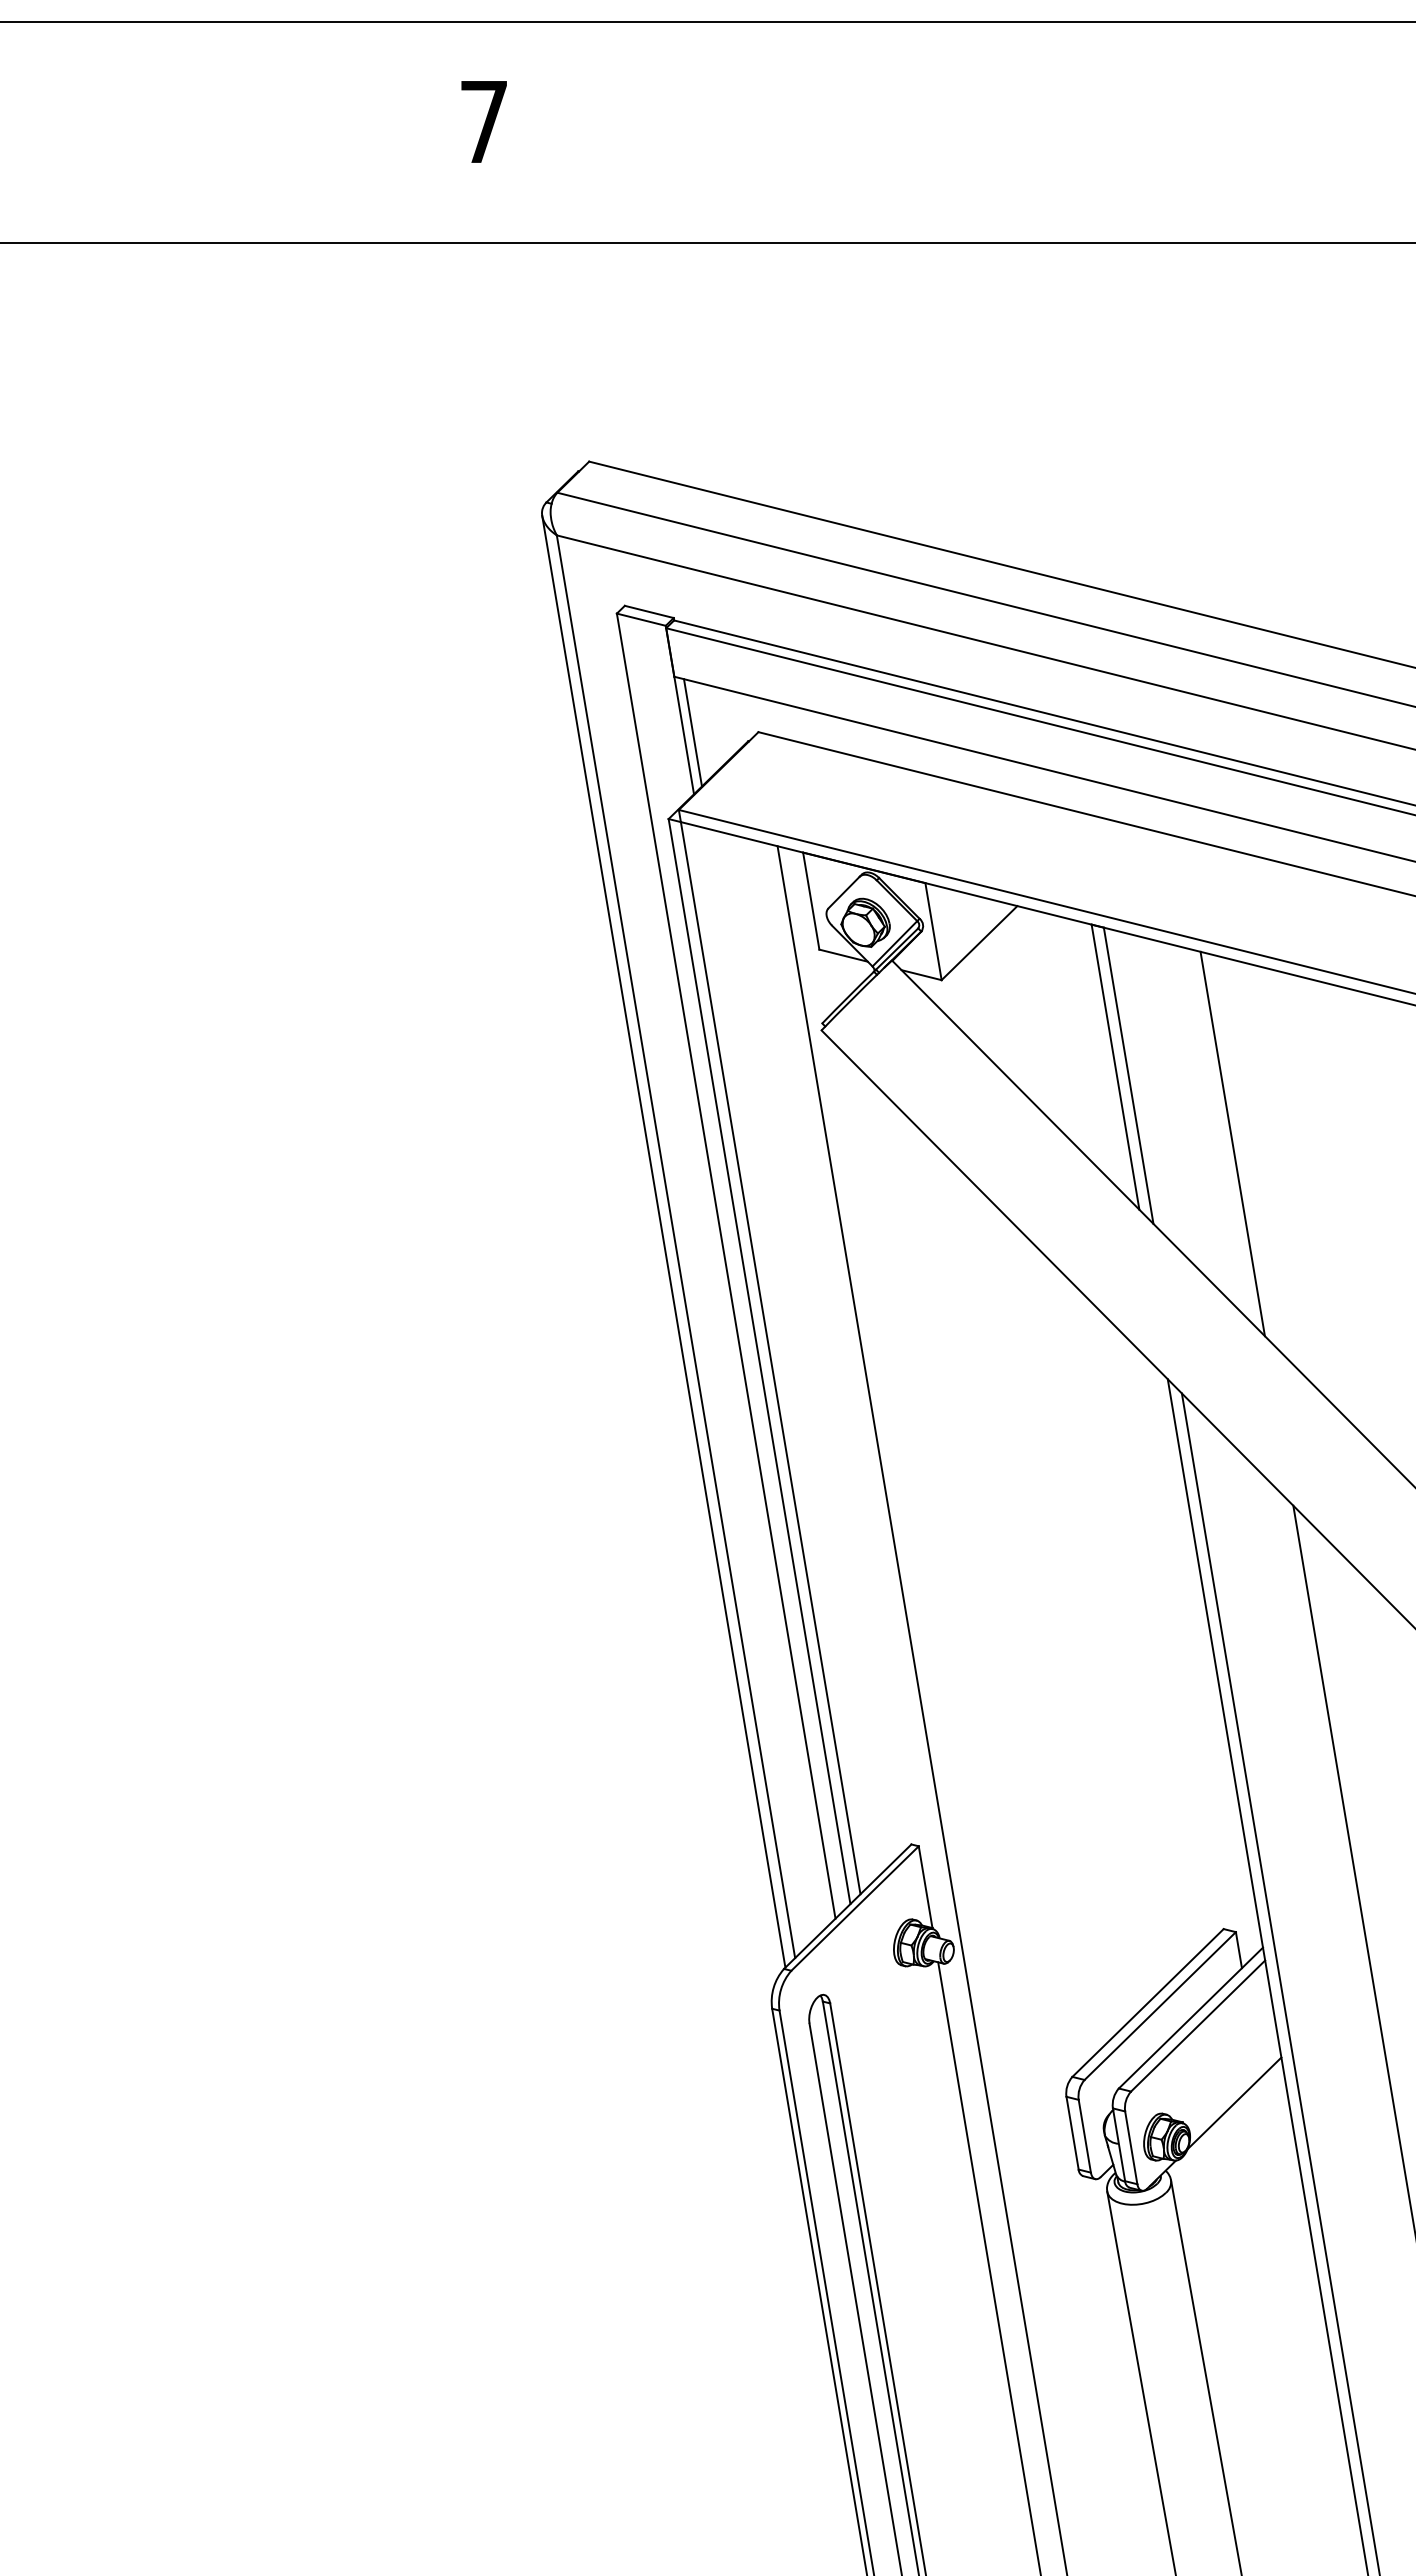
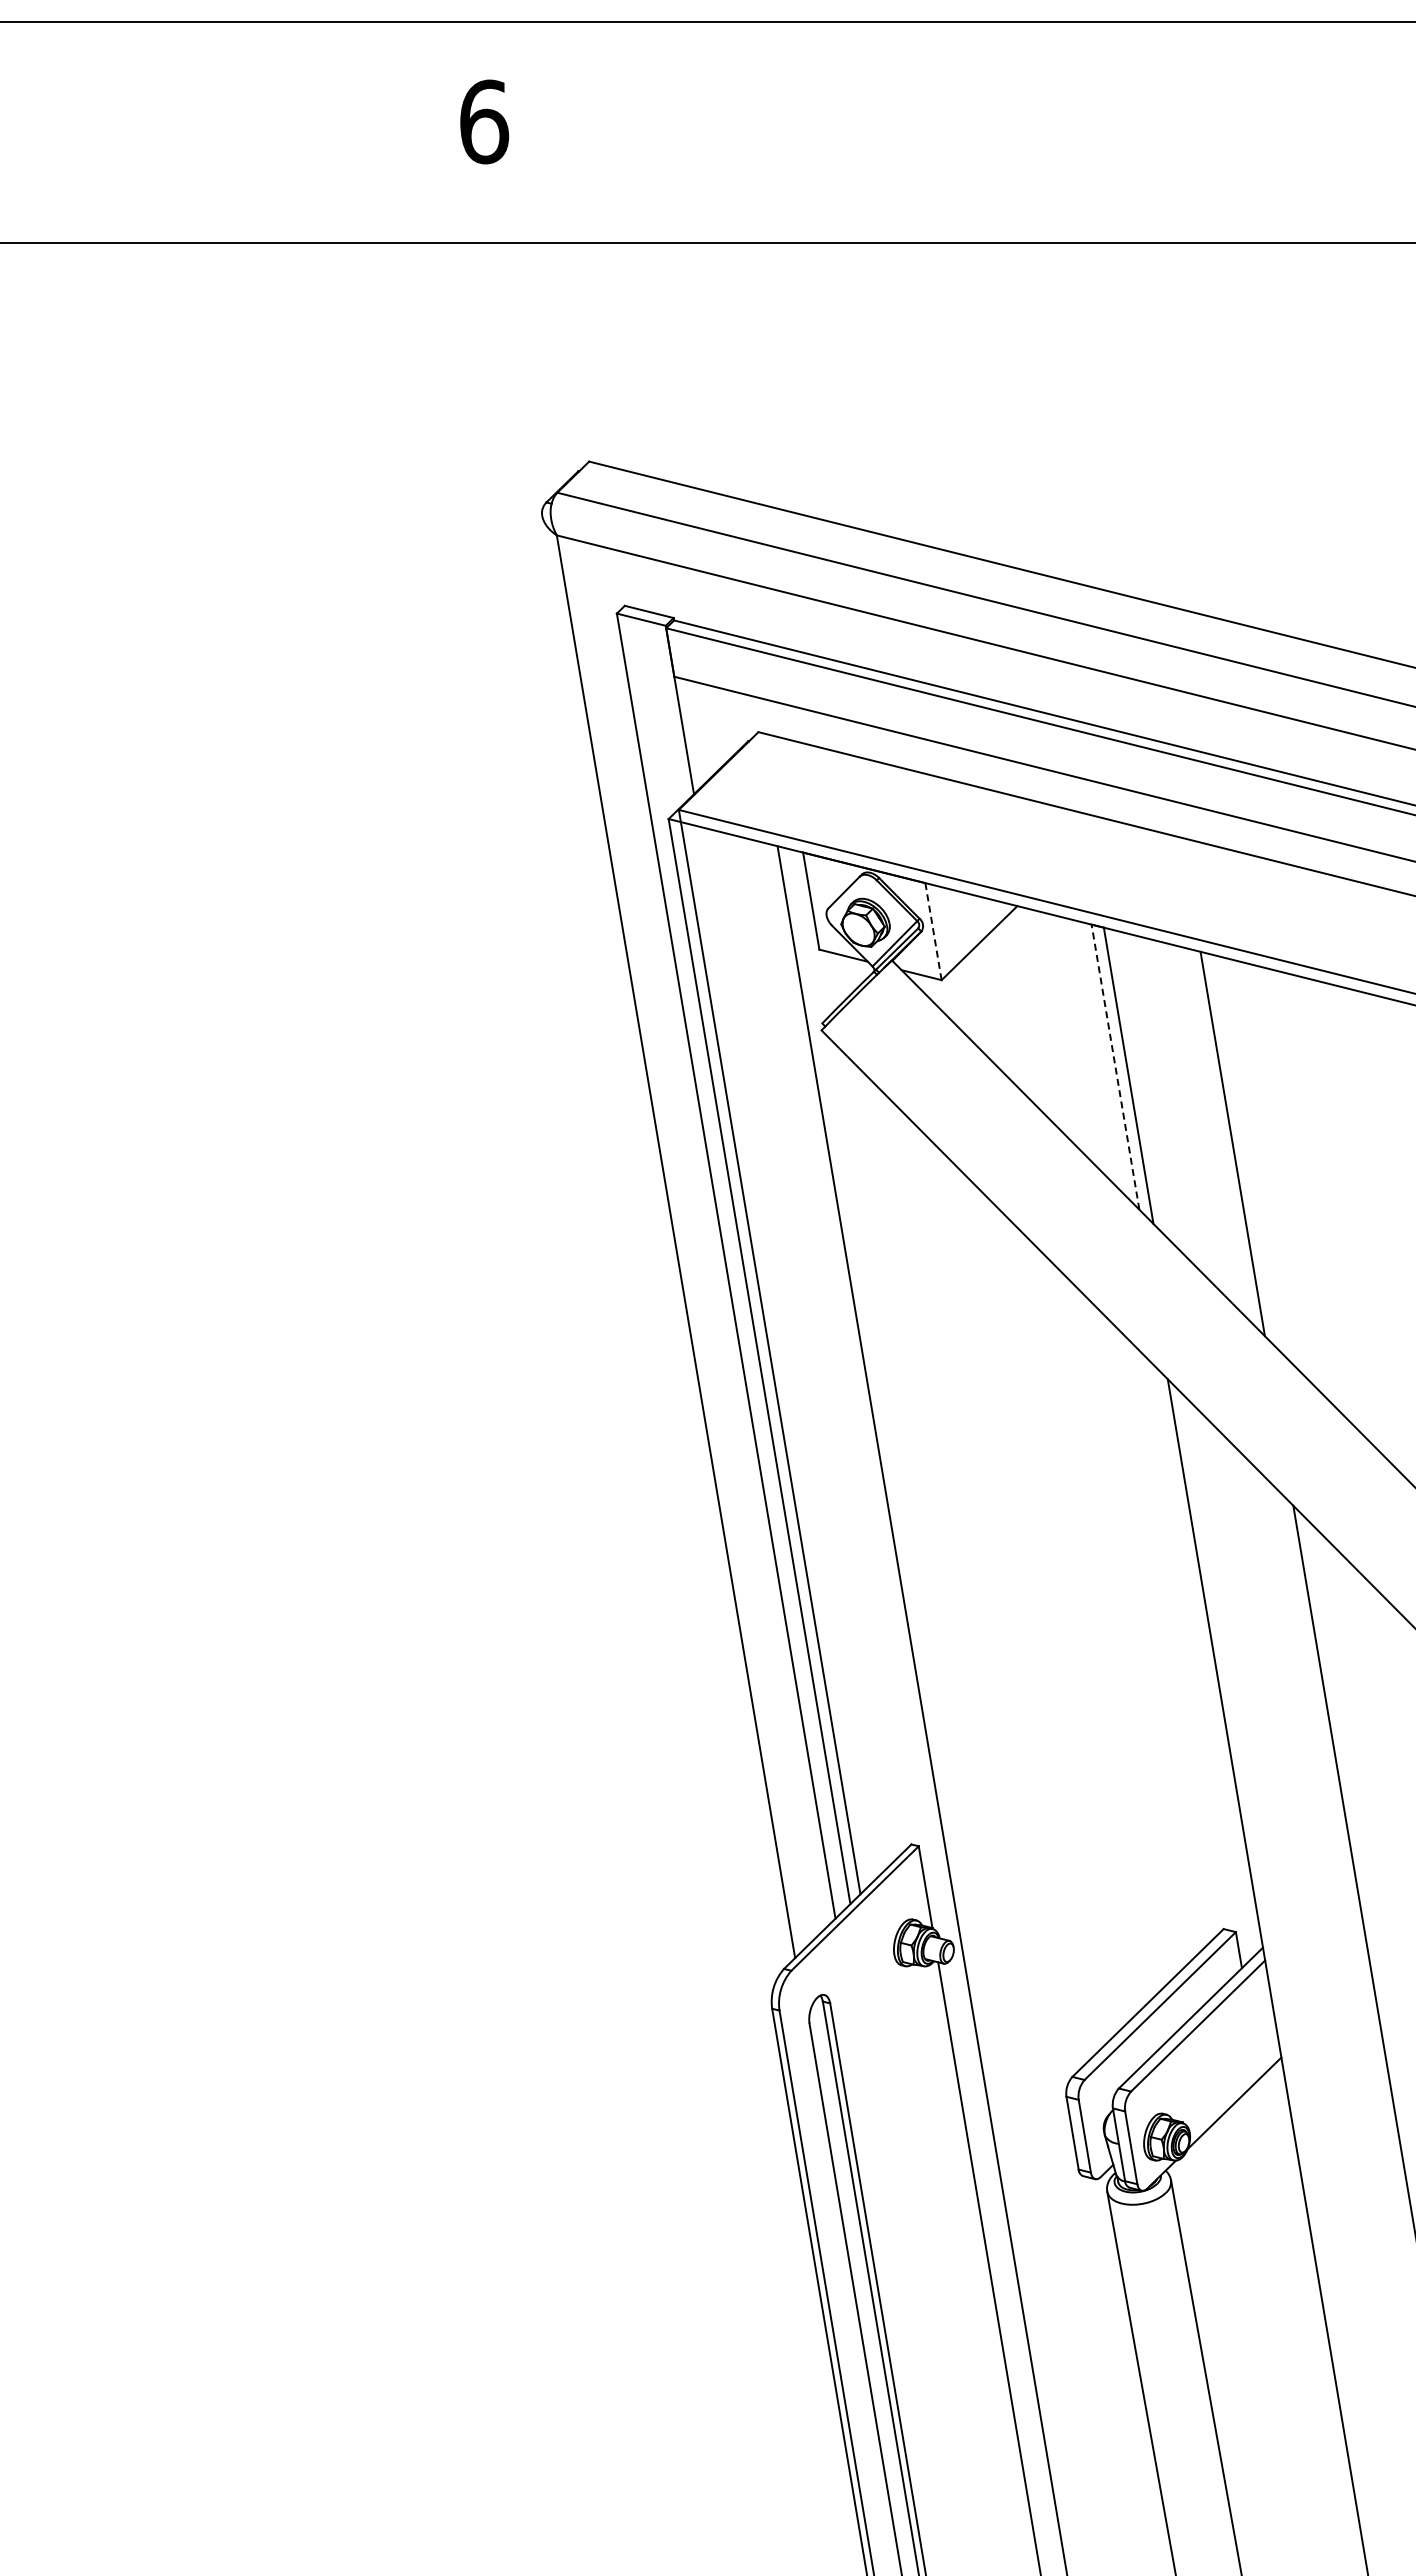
text at (484, 121): 7 -> 6
line at (692, 732): present -> none
line at (933, 932): solid -> dashed
line at (1115, 1067): solid -> dashed
line at (663, 1241): present -> none
line at (1280, 1982): present -> none
